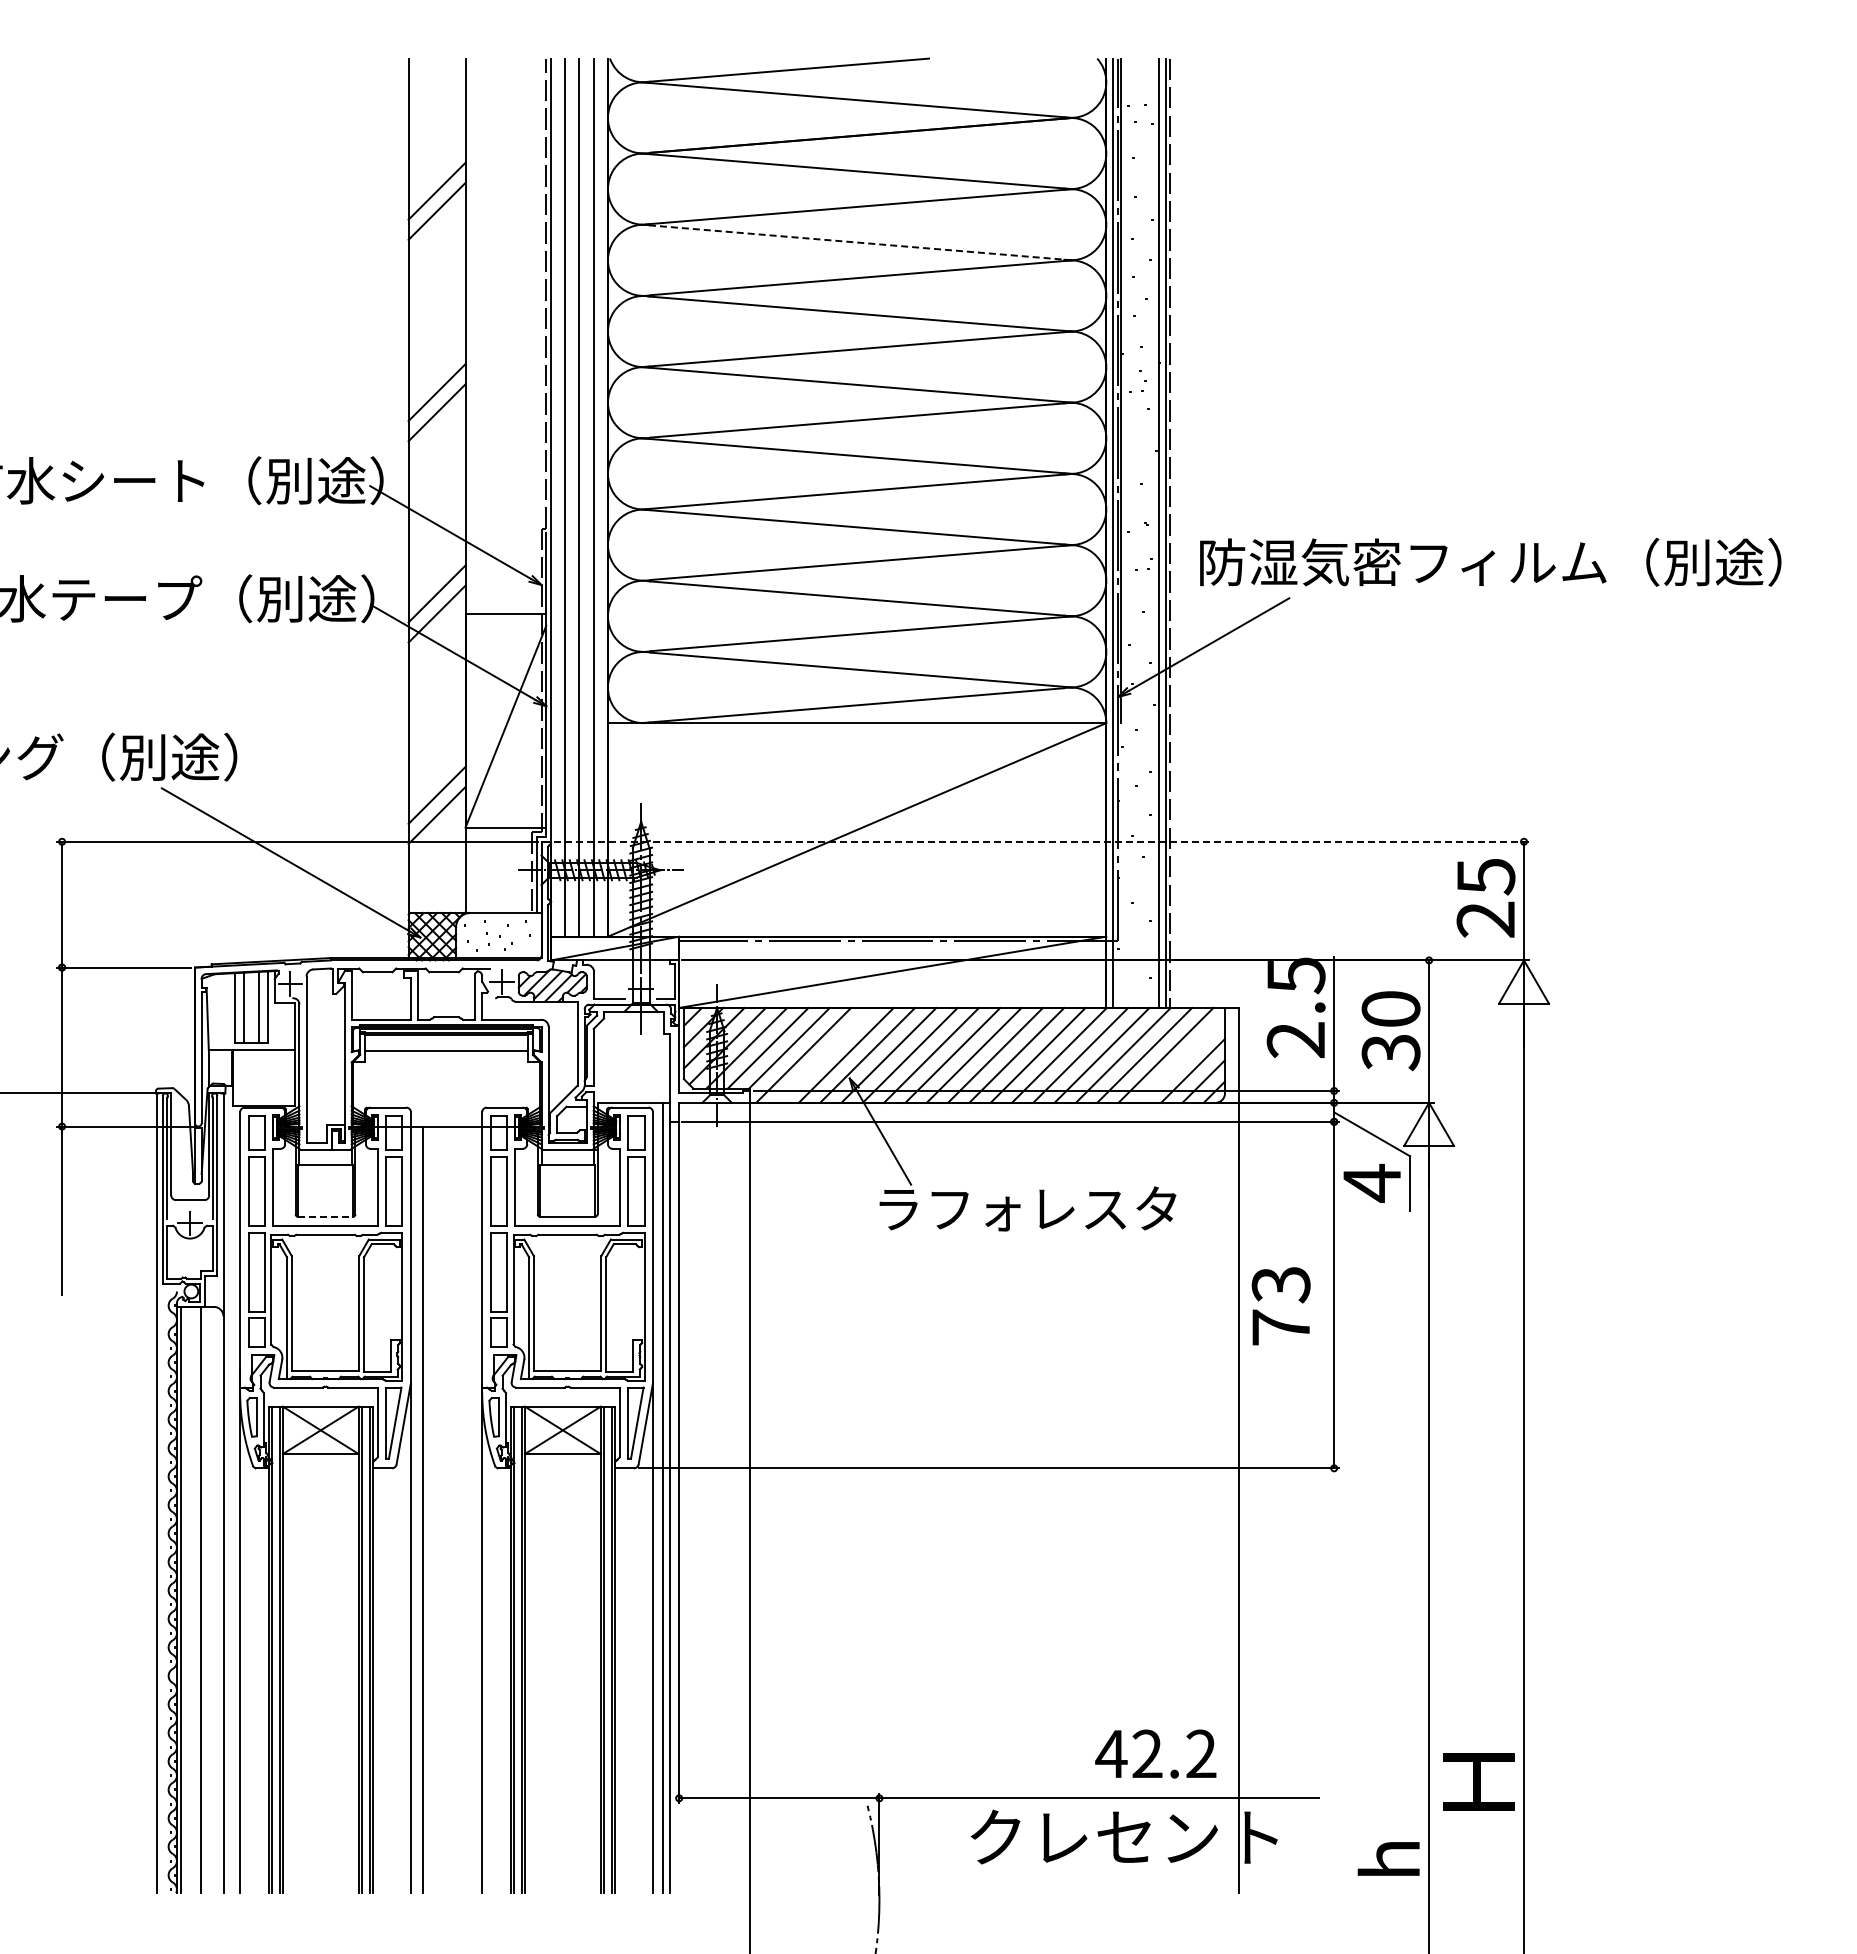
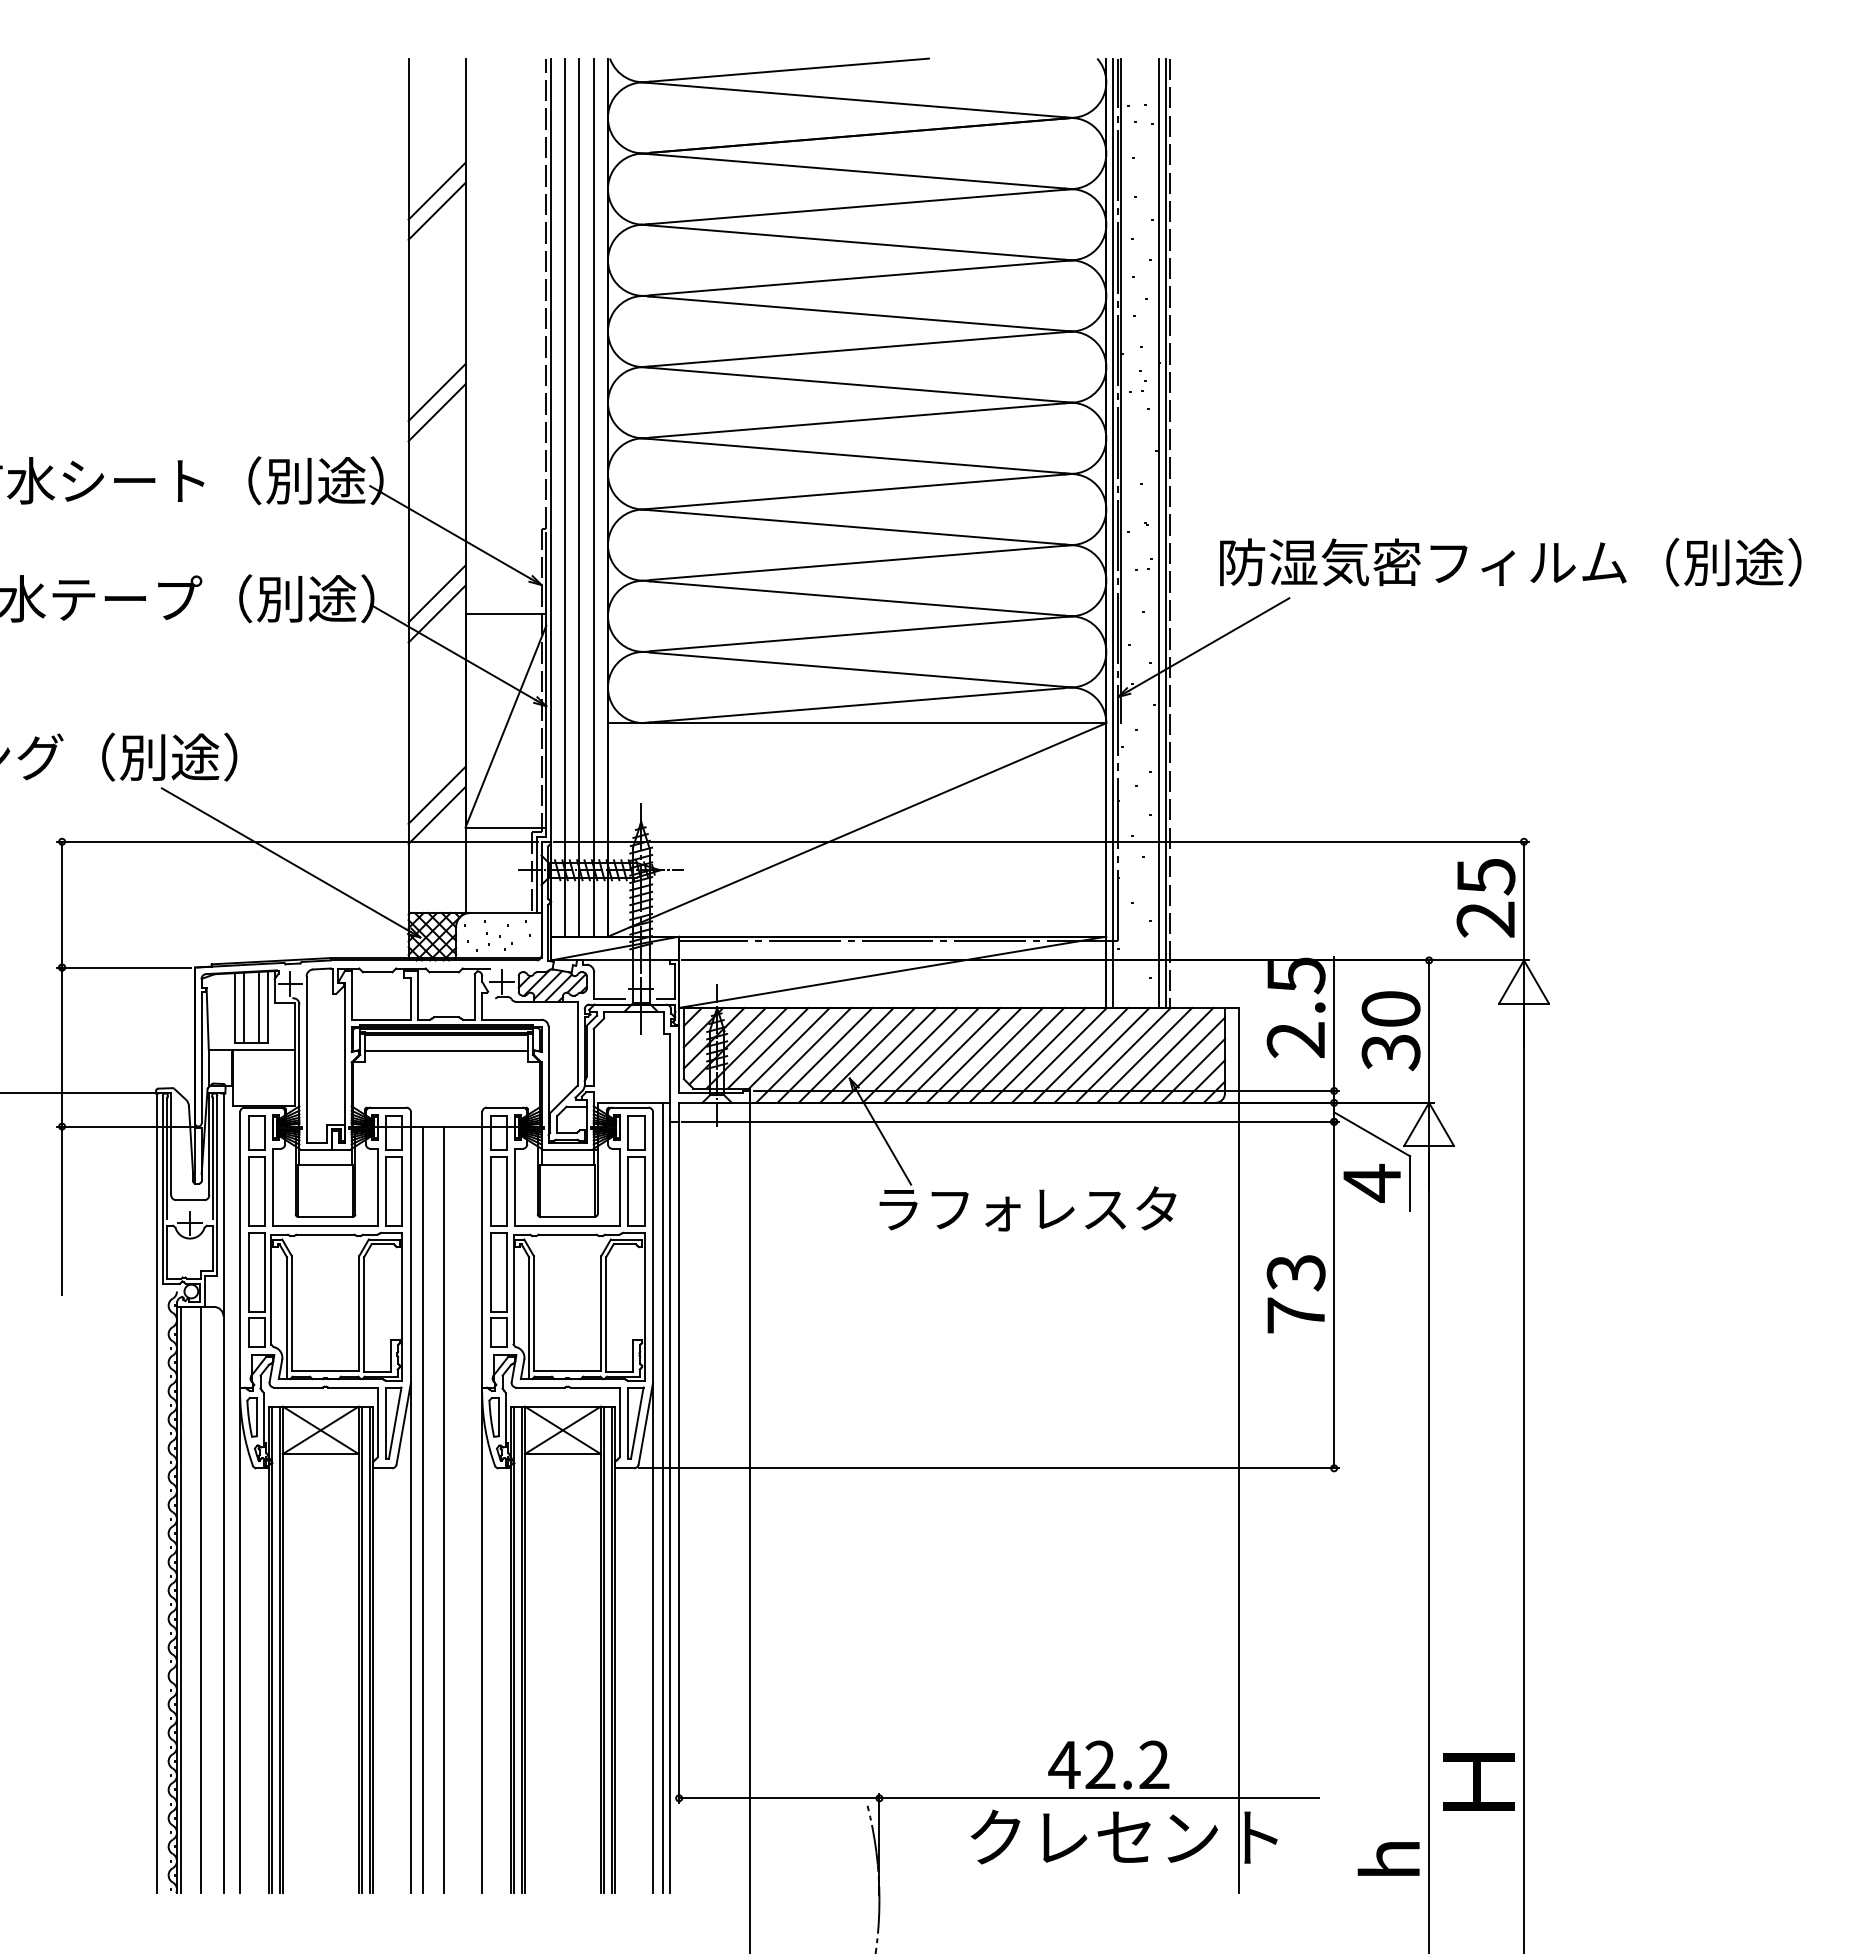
line at (856, 242): dashed -> solid
text at (1490, 561) position: (1490, 561) -> (1510, 561)
line at (1042, 841): dashed -> solid
line at (824, 1054): none -> present
line at (1182, 1059): none -> present
line at (325, 1216): dashed -> solid
text at (1280, 1306) position: (1280, 1306) -> (1295, 1294)
line at (444, 1509): none -> present
text at (1155, 1753) position: (1155, 1753) -> (1108, 1764)
